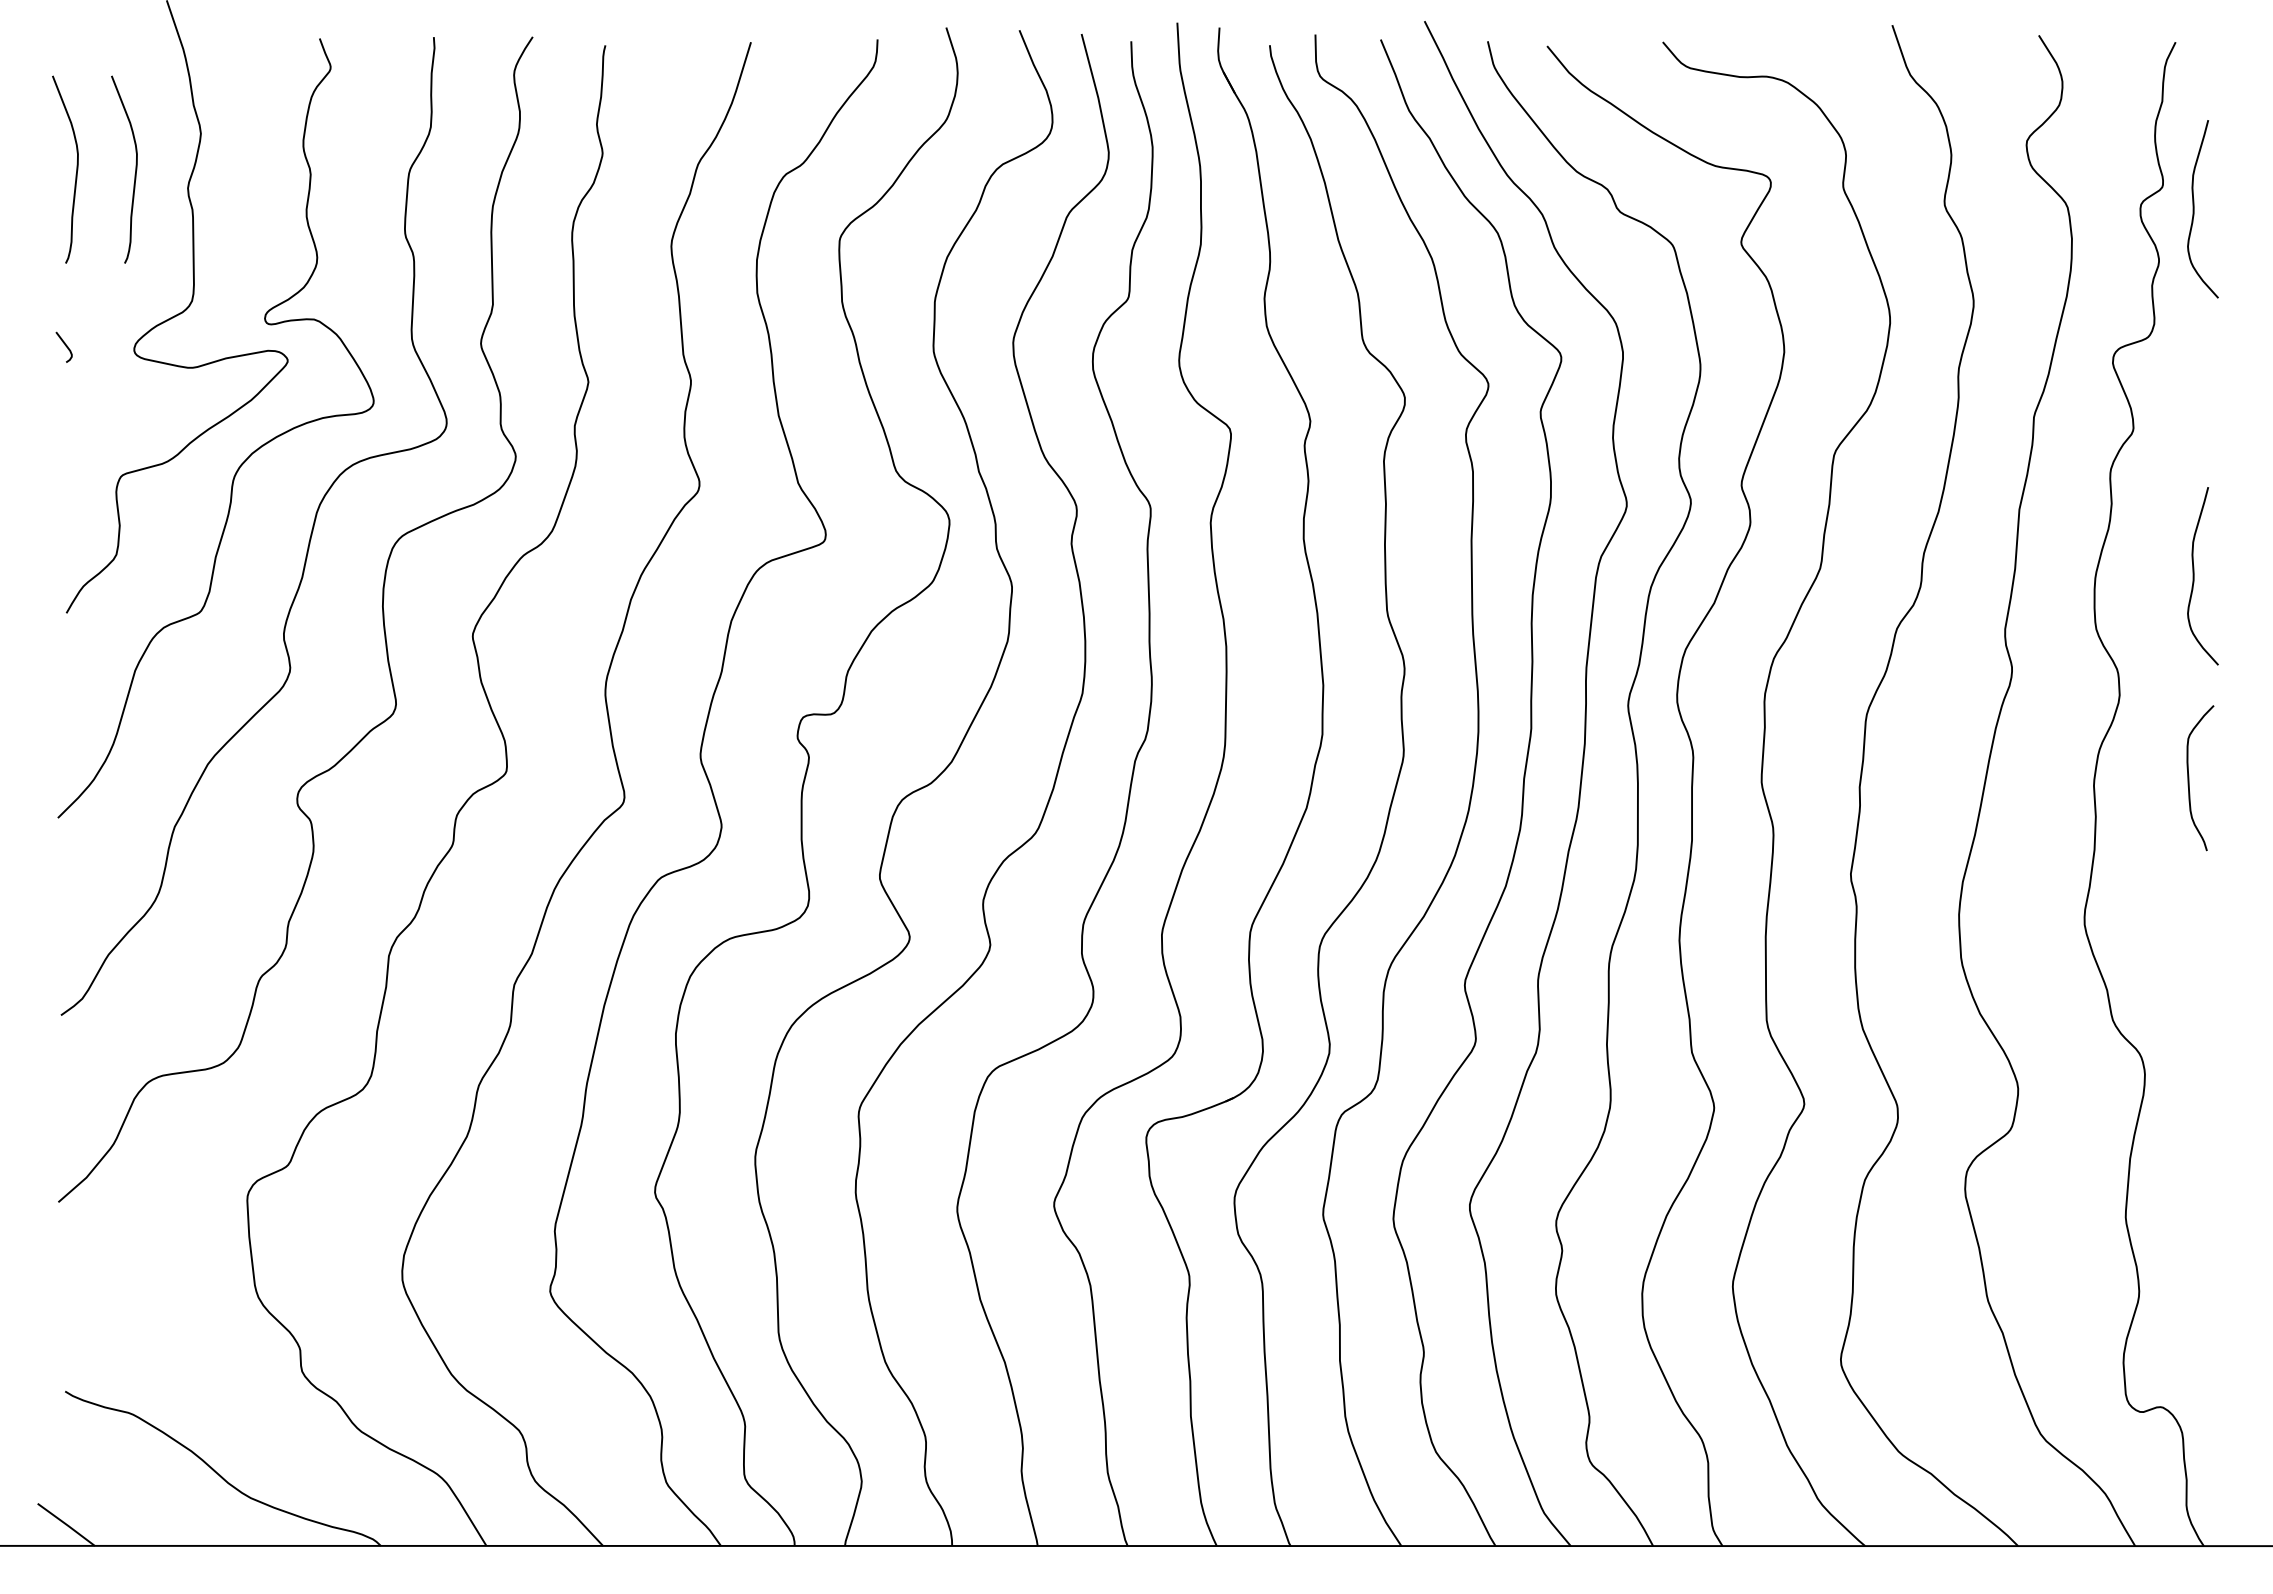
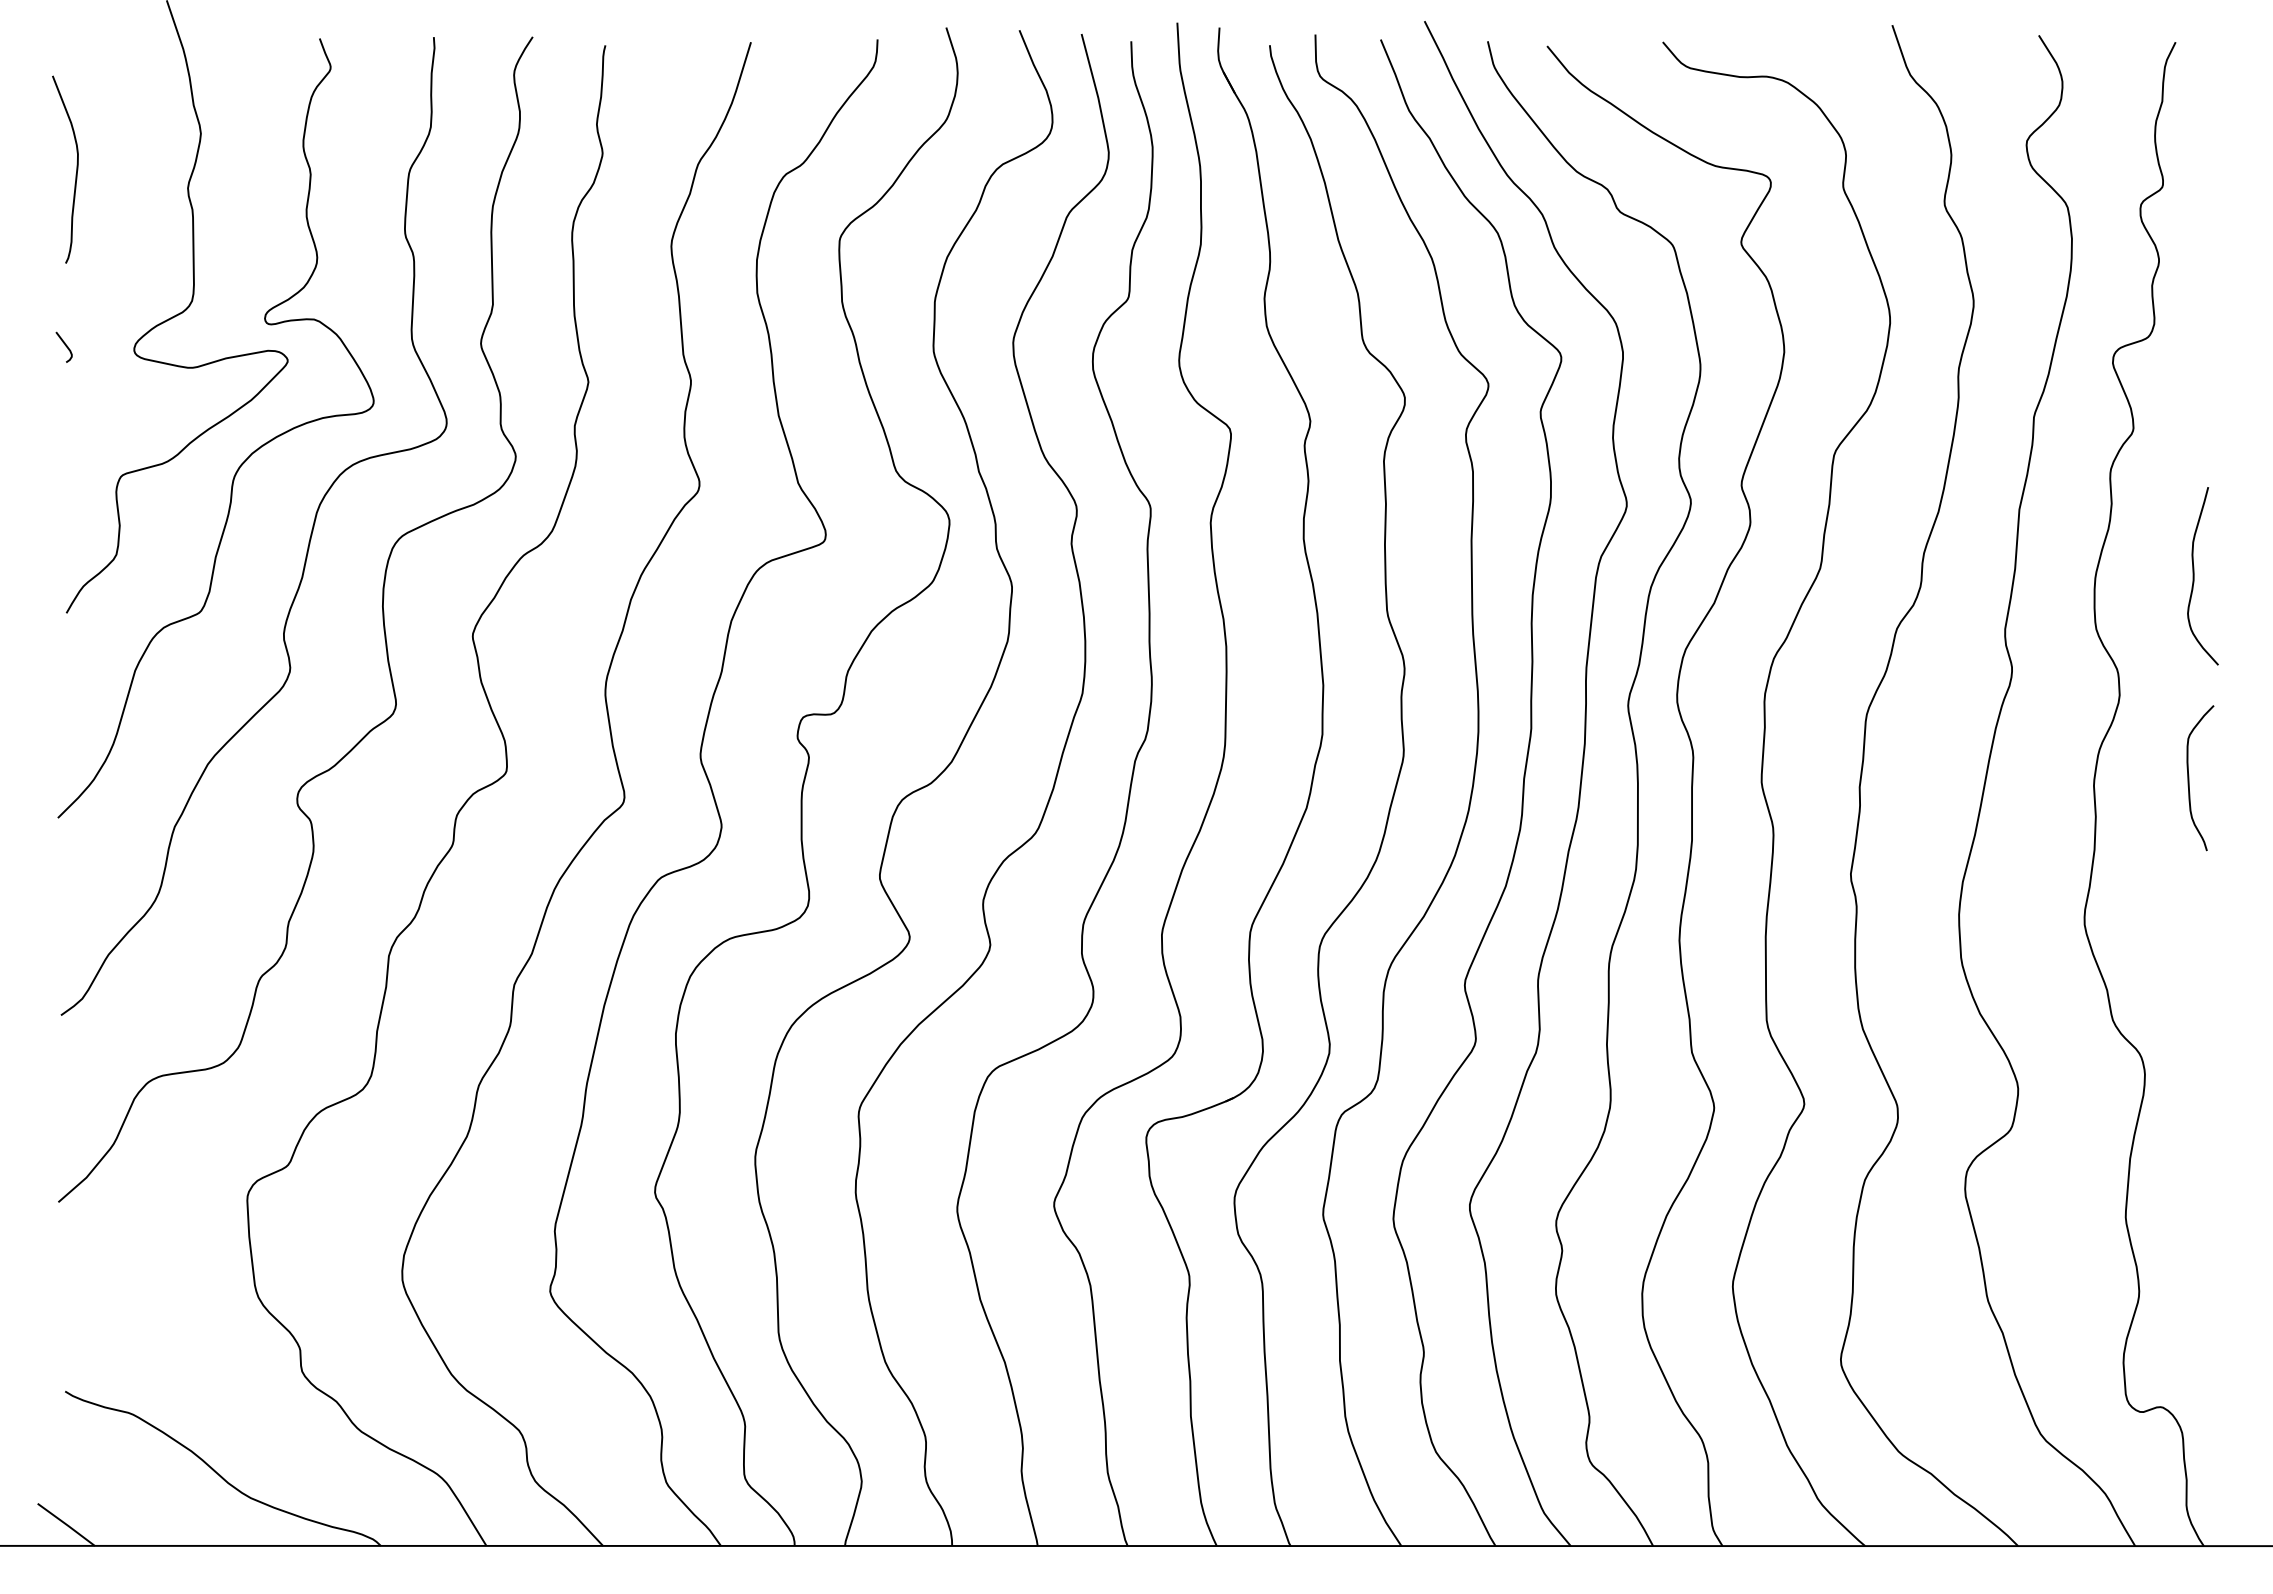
curve at (135, 169): present -> none
curve at (2194, 209): present -> none
